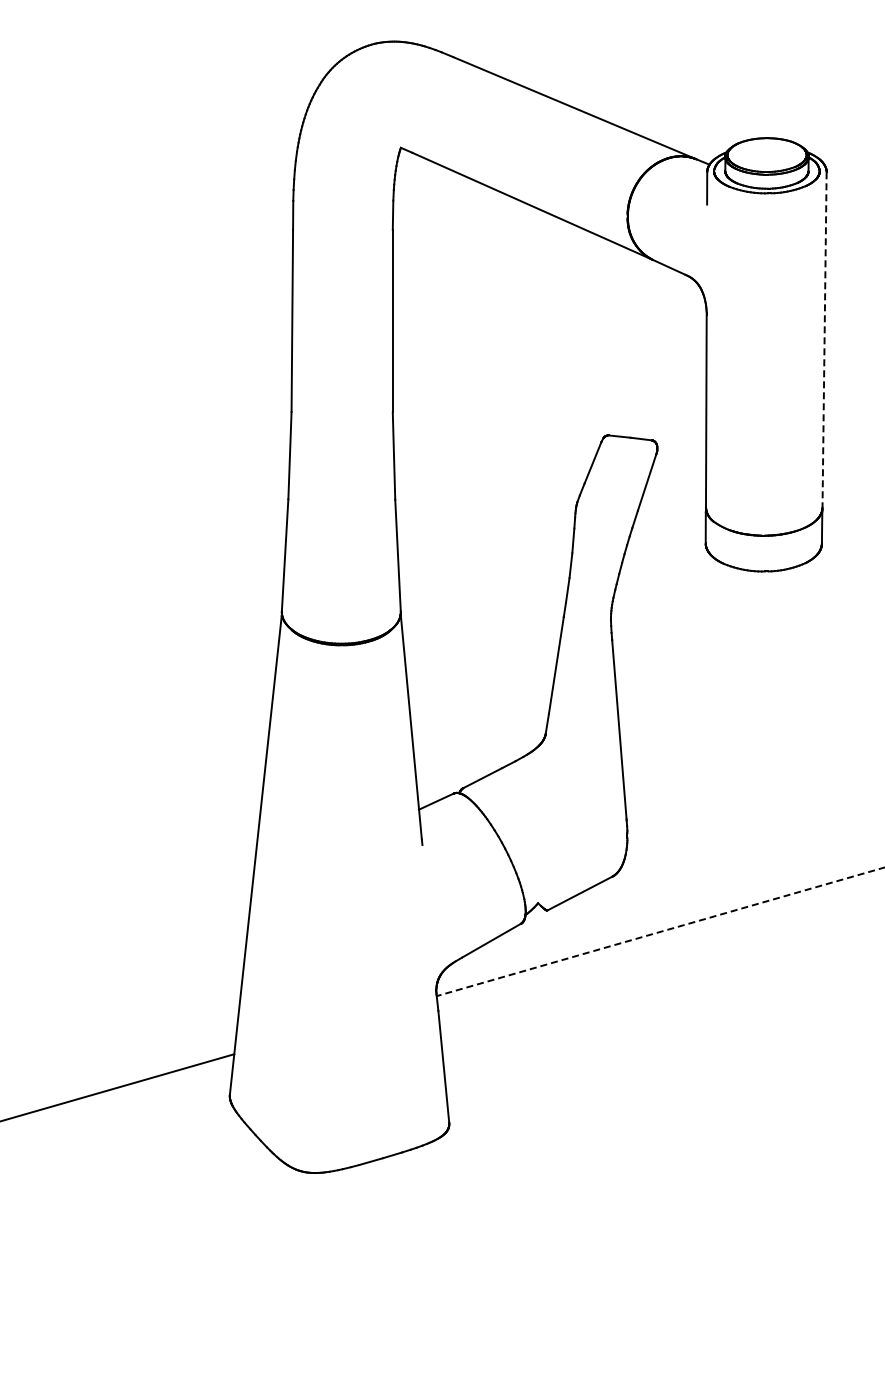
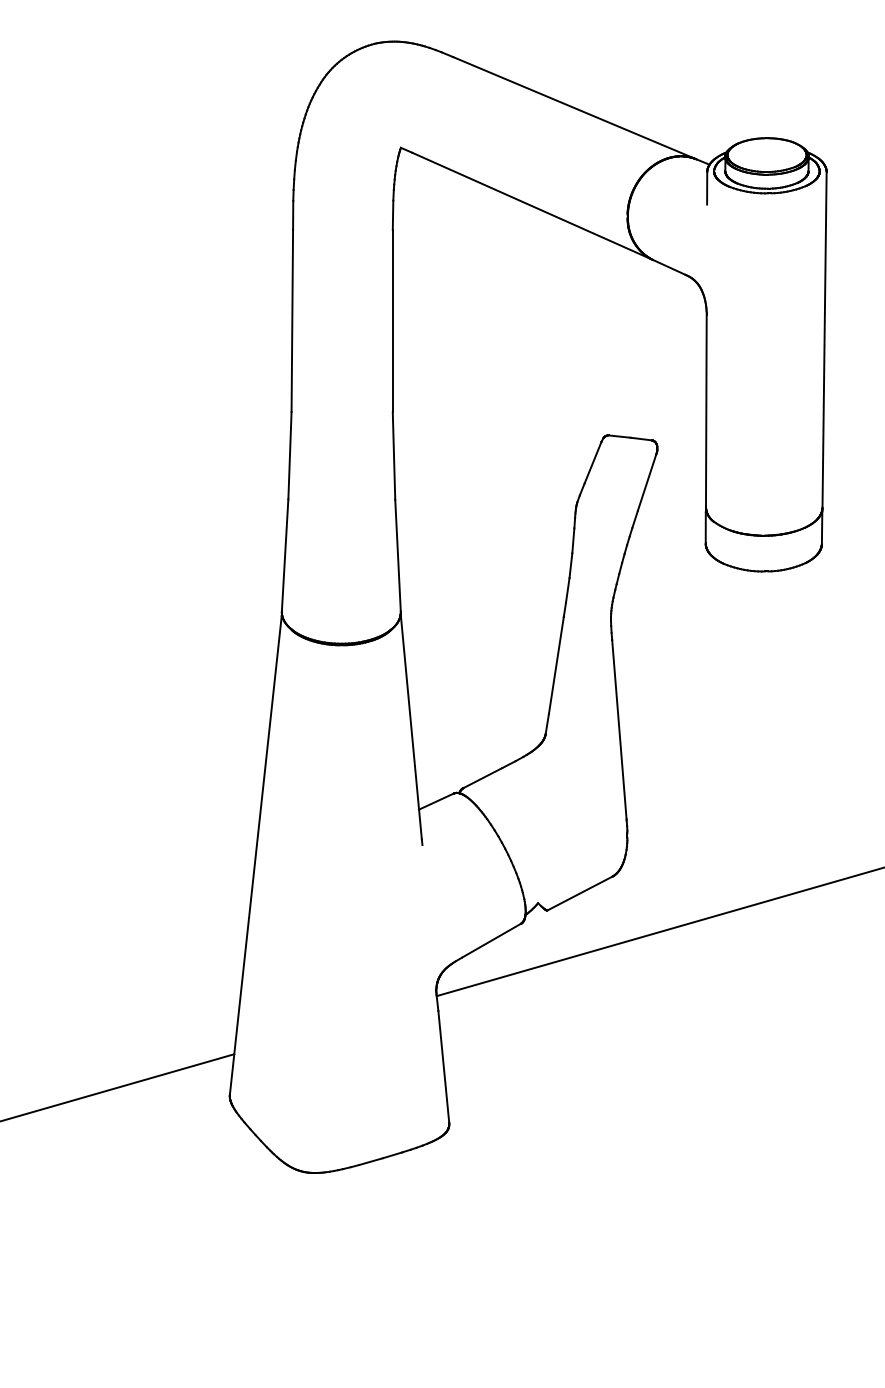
line at (824, 340): dashed -> solid
line at (660, 931): dashed -> solid
